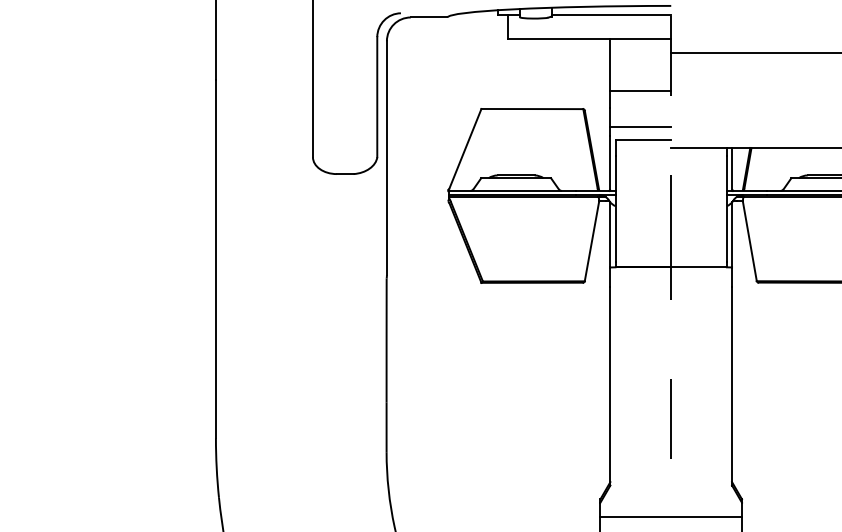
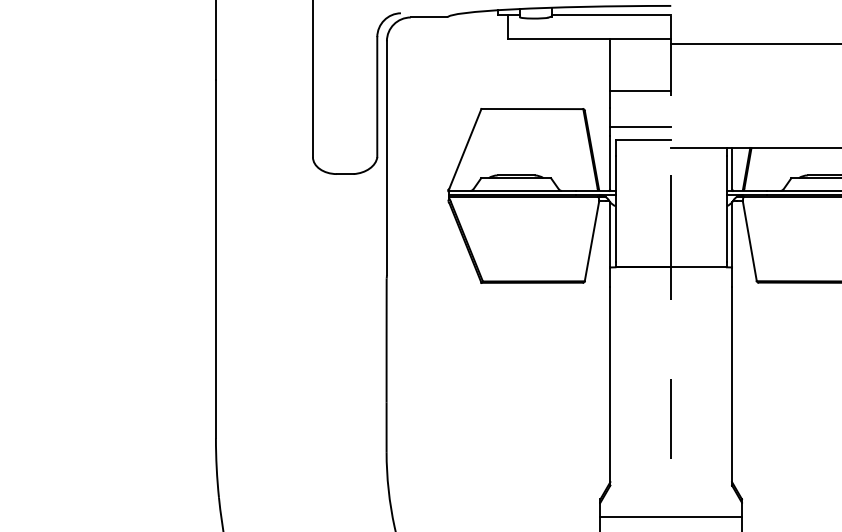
line at (754, 52) position: (754, 52) -> (754, 43)
